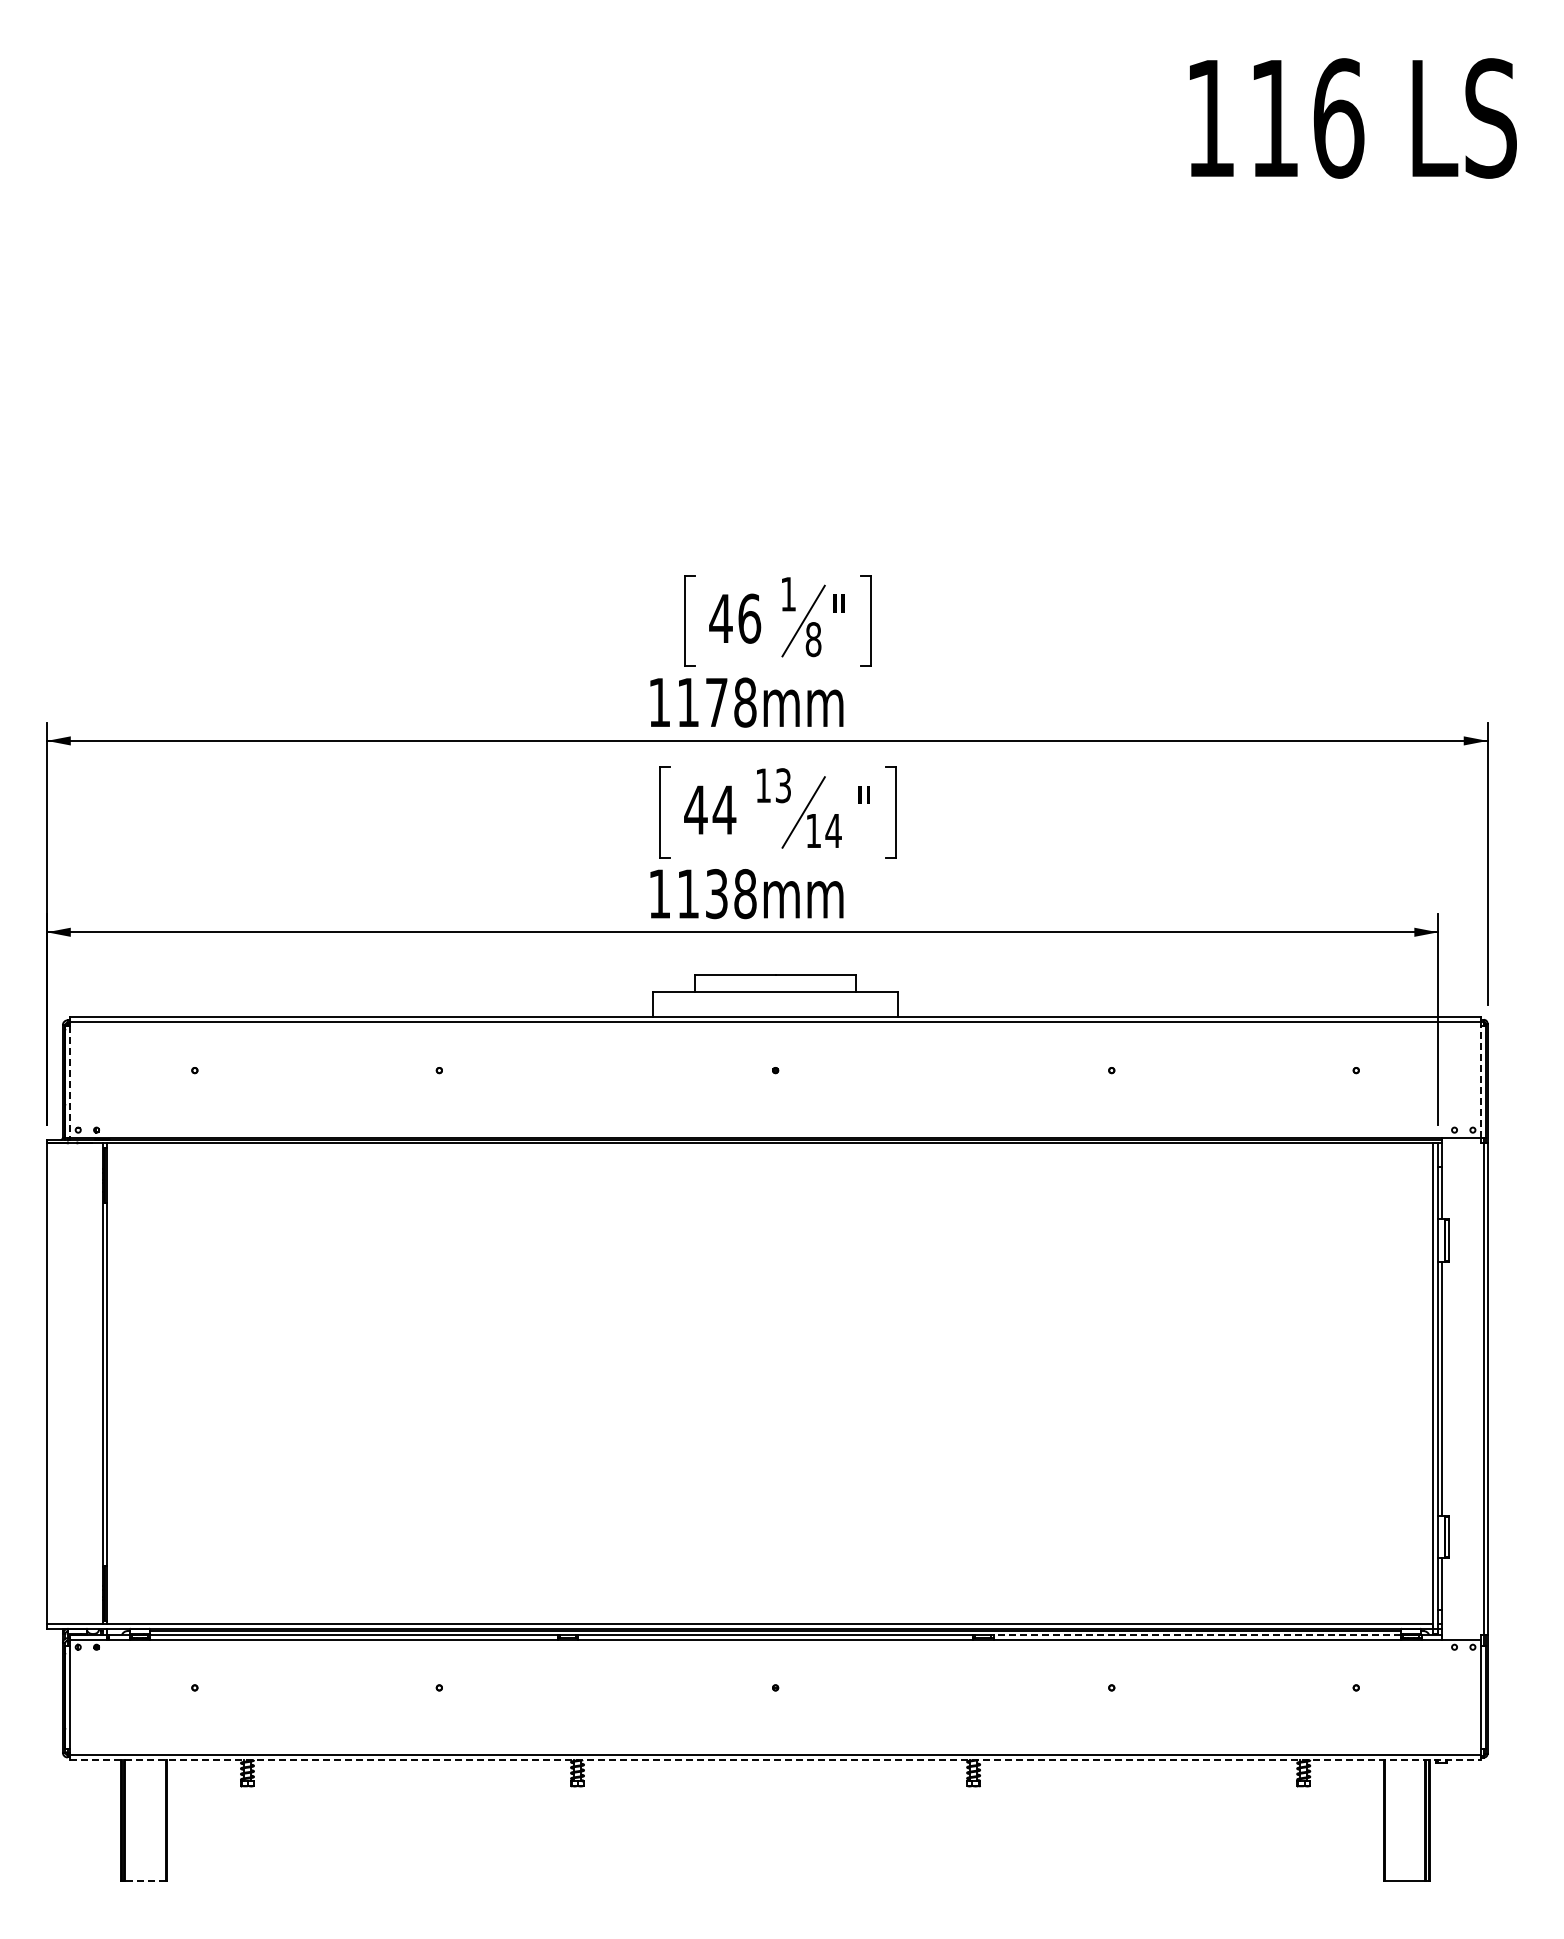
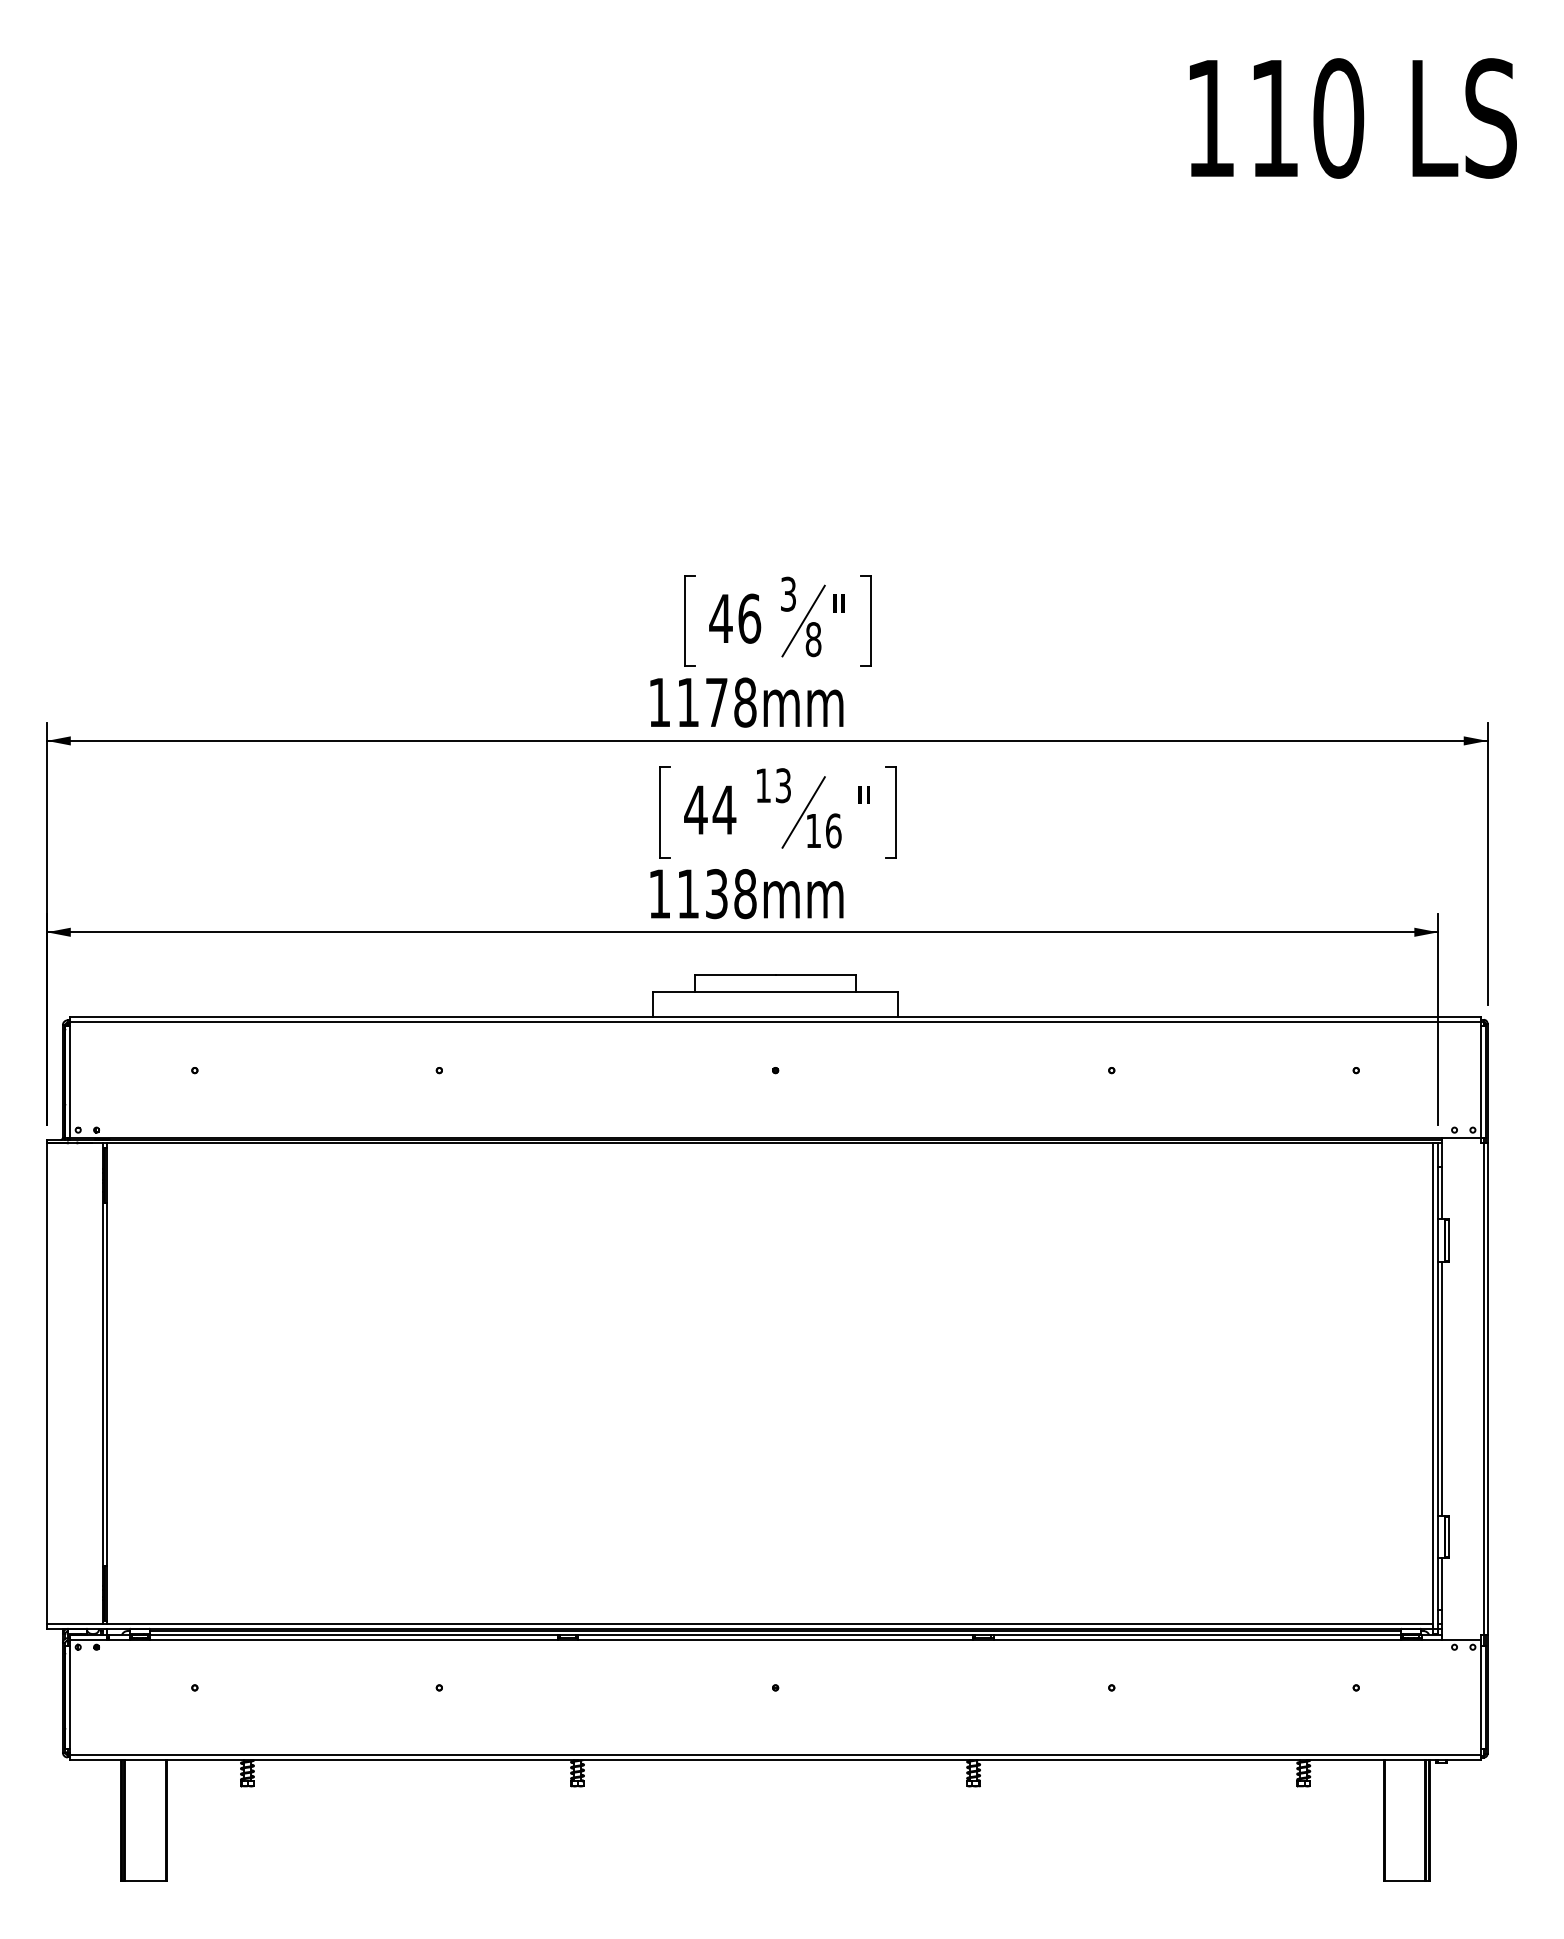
text at (1338, 118): 116 -> 110
text at (788, 593): 1 -> 3
text at (833, 830): 14 -> 16
line at (70, 1081): dashed -> solid
line at (1480, 1081): dashed -> solid
line at (1197, 1635): dashed -> solid
line at (776, 1760): dashed -> solid
line at (144, 1880): dashed -> solid
